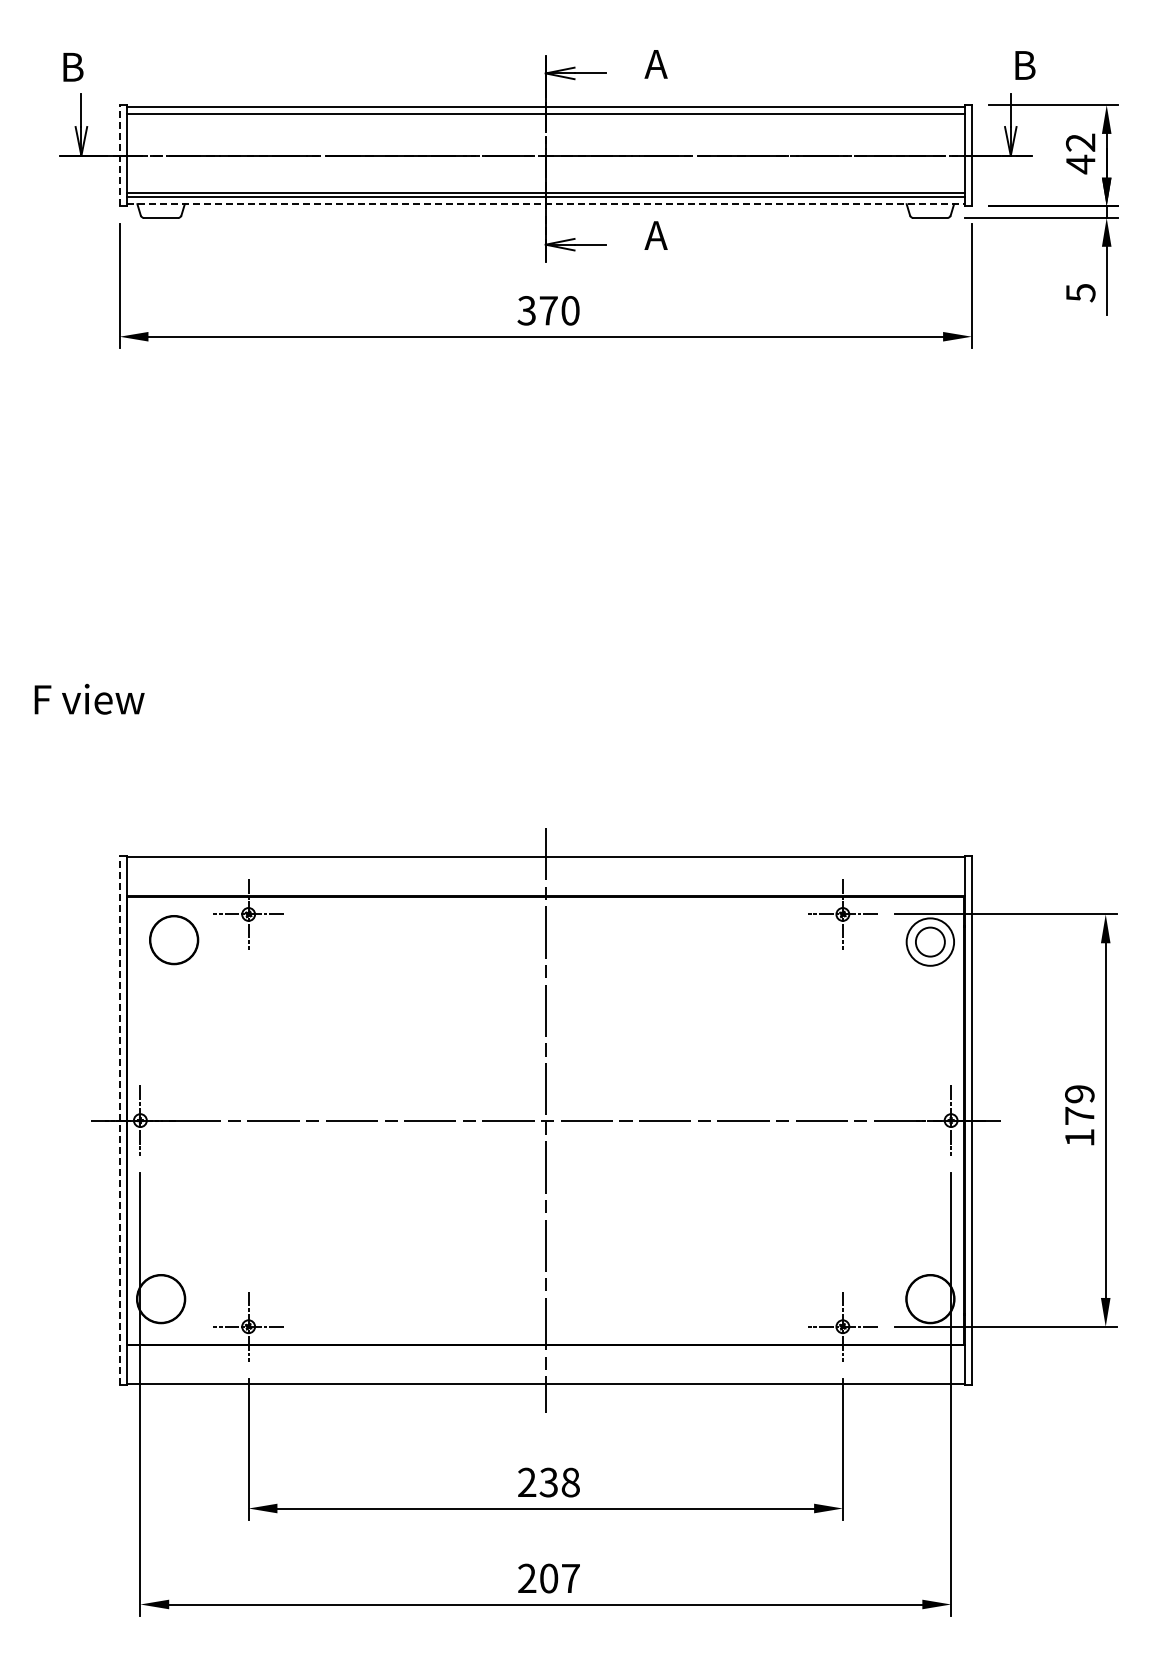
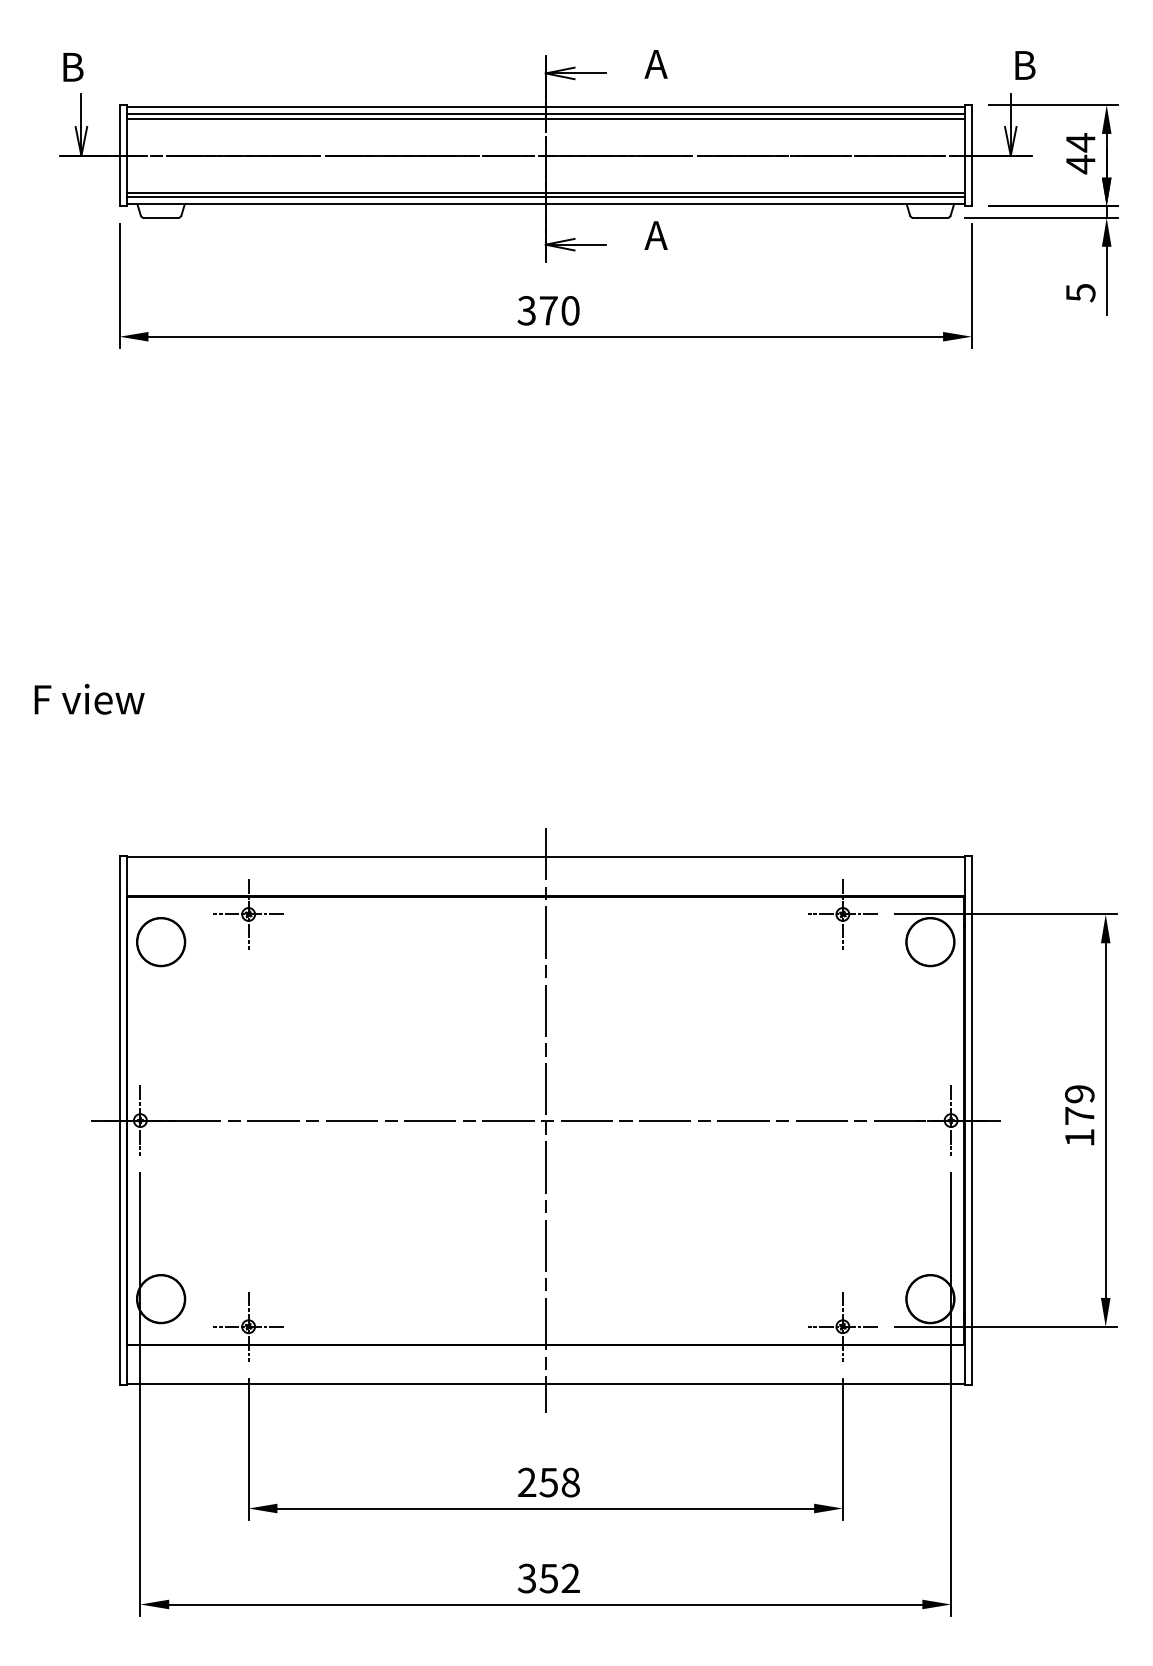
line at (545, 118): none -> present
text at (1080, 142): 42 -> 44
line at (119, 155): dashed -> solid
line at (546, 204): dashed -> solid
circle at (174, 940) position: (174, 940) -> (161, 942)
circle at (929, 941) diameter: 29 px -> 48 px
line at (119, 1120): dashed -> solid
text at (548, 1481): 238 -> 258
text at (548, 1578): 207 -> 352
